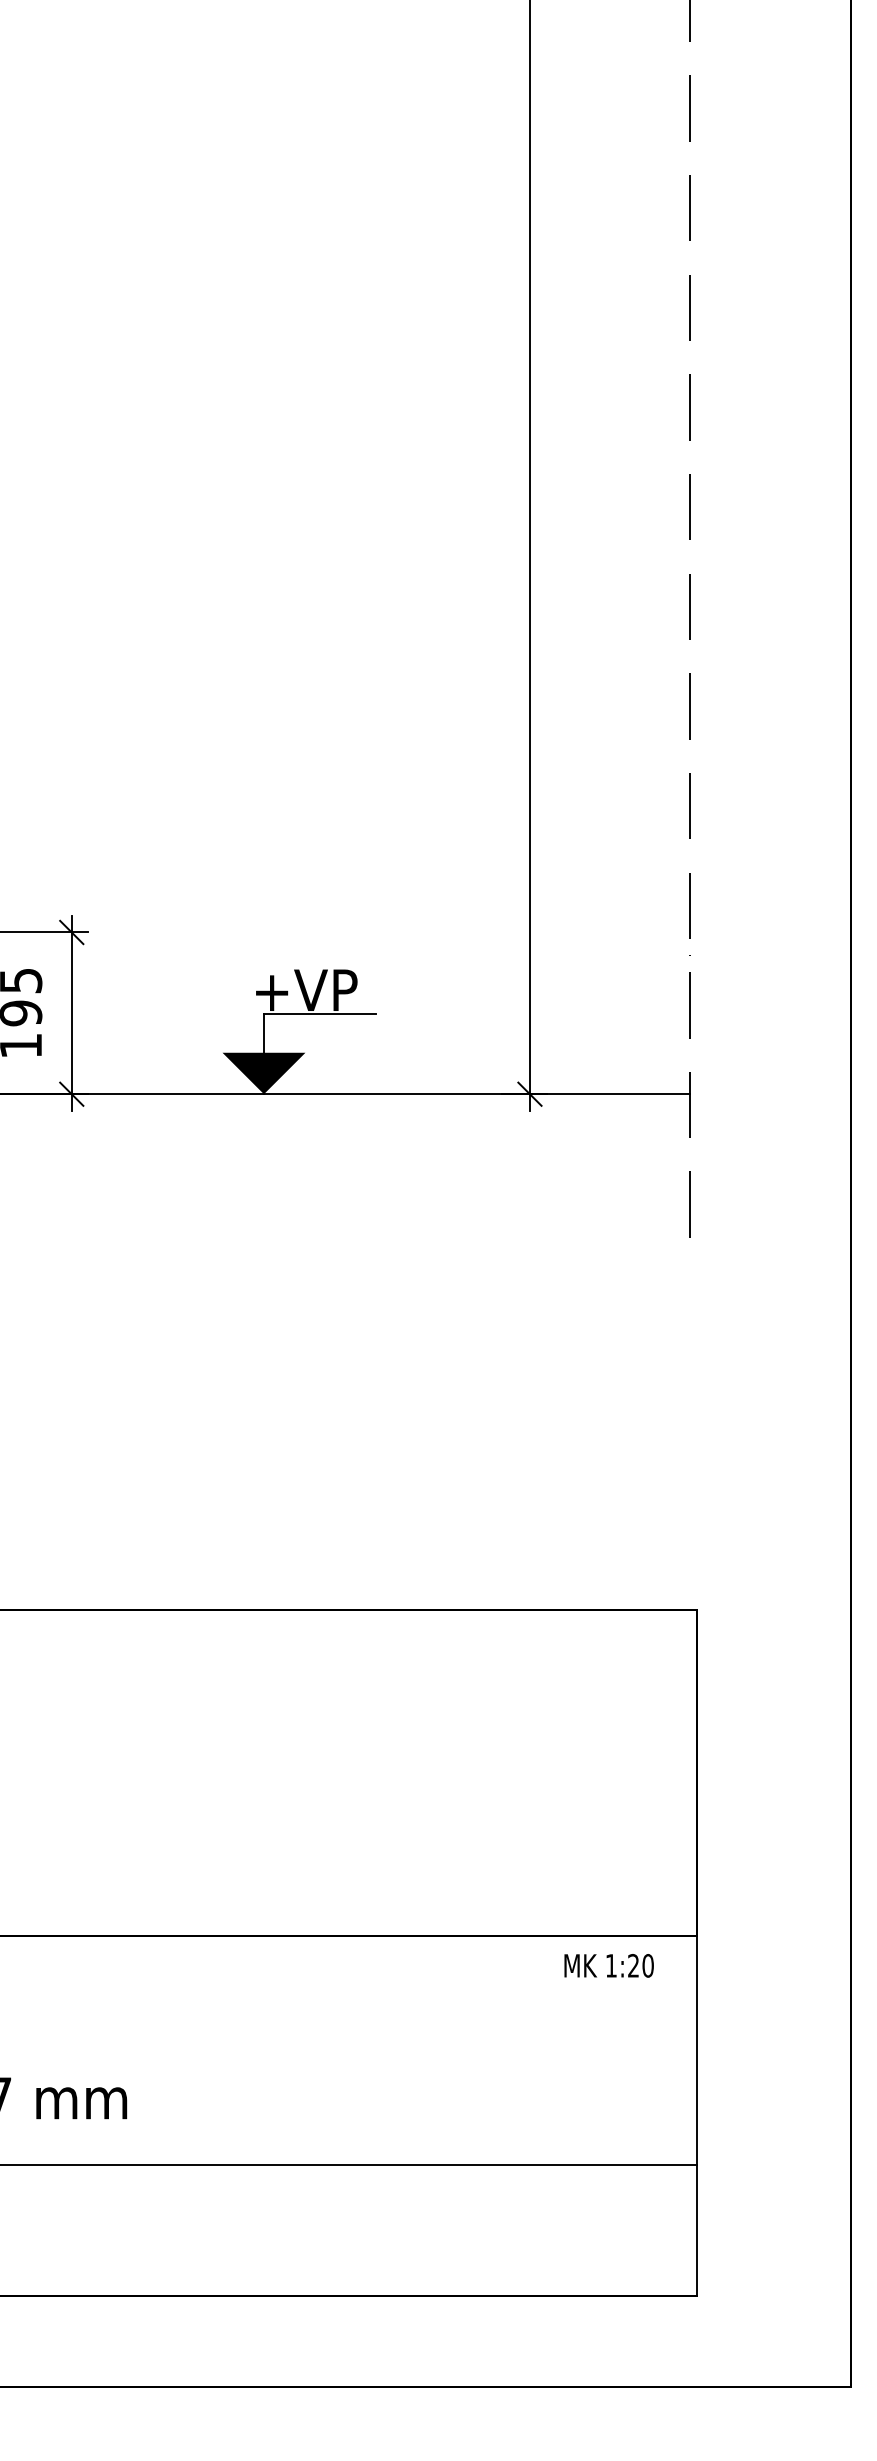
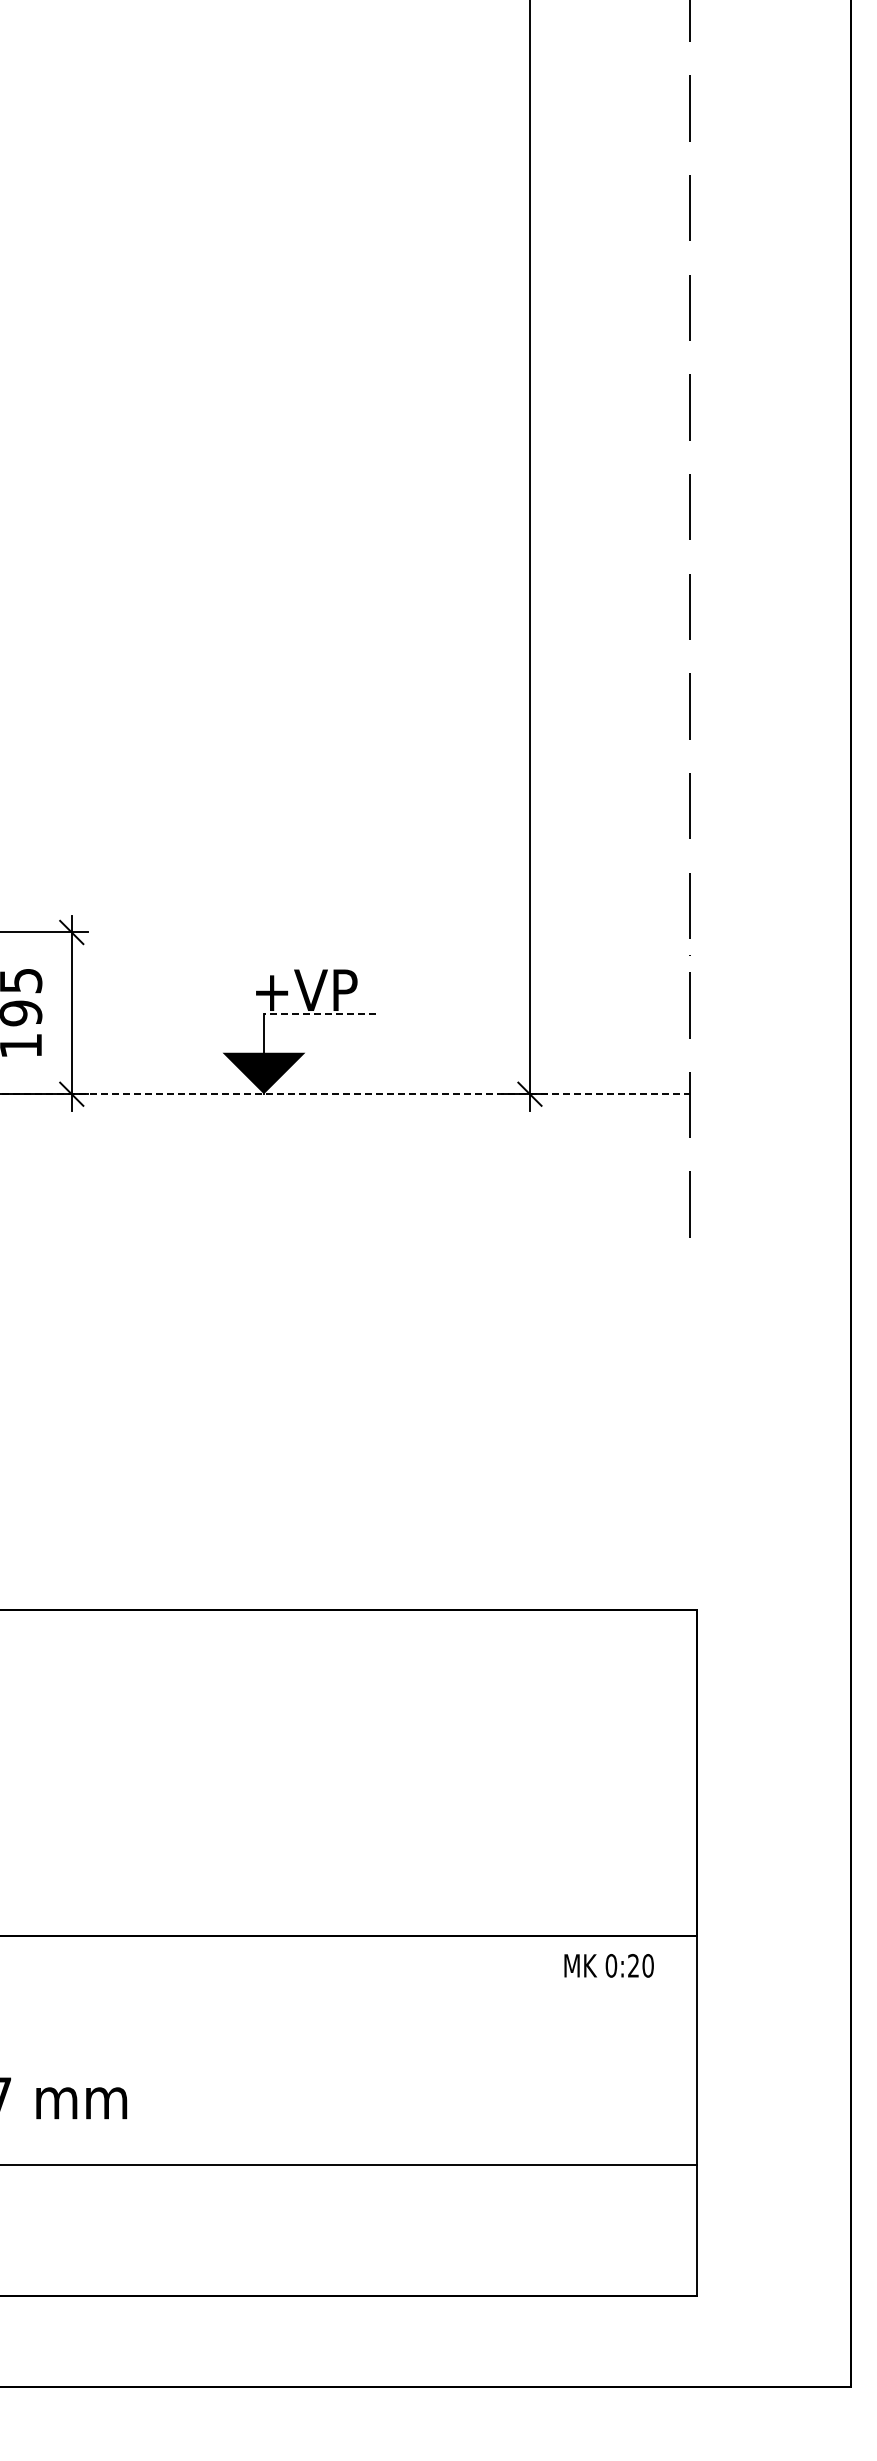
line at (319, 1014): solid -> dashed
line at (345, 1094): solid -> dashed
text at (611, 1965): 1:20 -> 0:20
